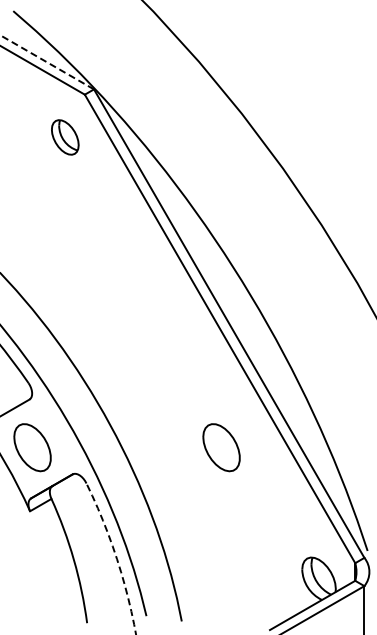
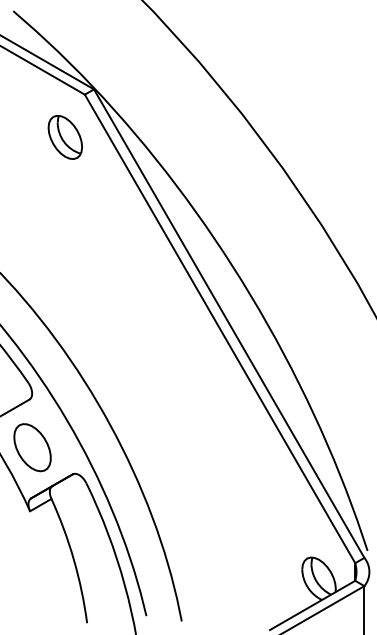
line at (47, 62): dashed -> solid
part at (65, 137) size: 29x37 px -> 36x45 px
part at (221, 447): present -> none
arc at (116, 557): dashed -> solid
